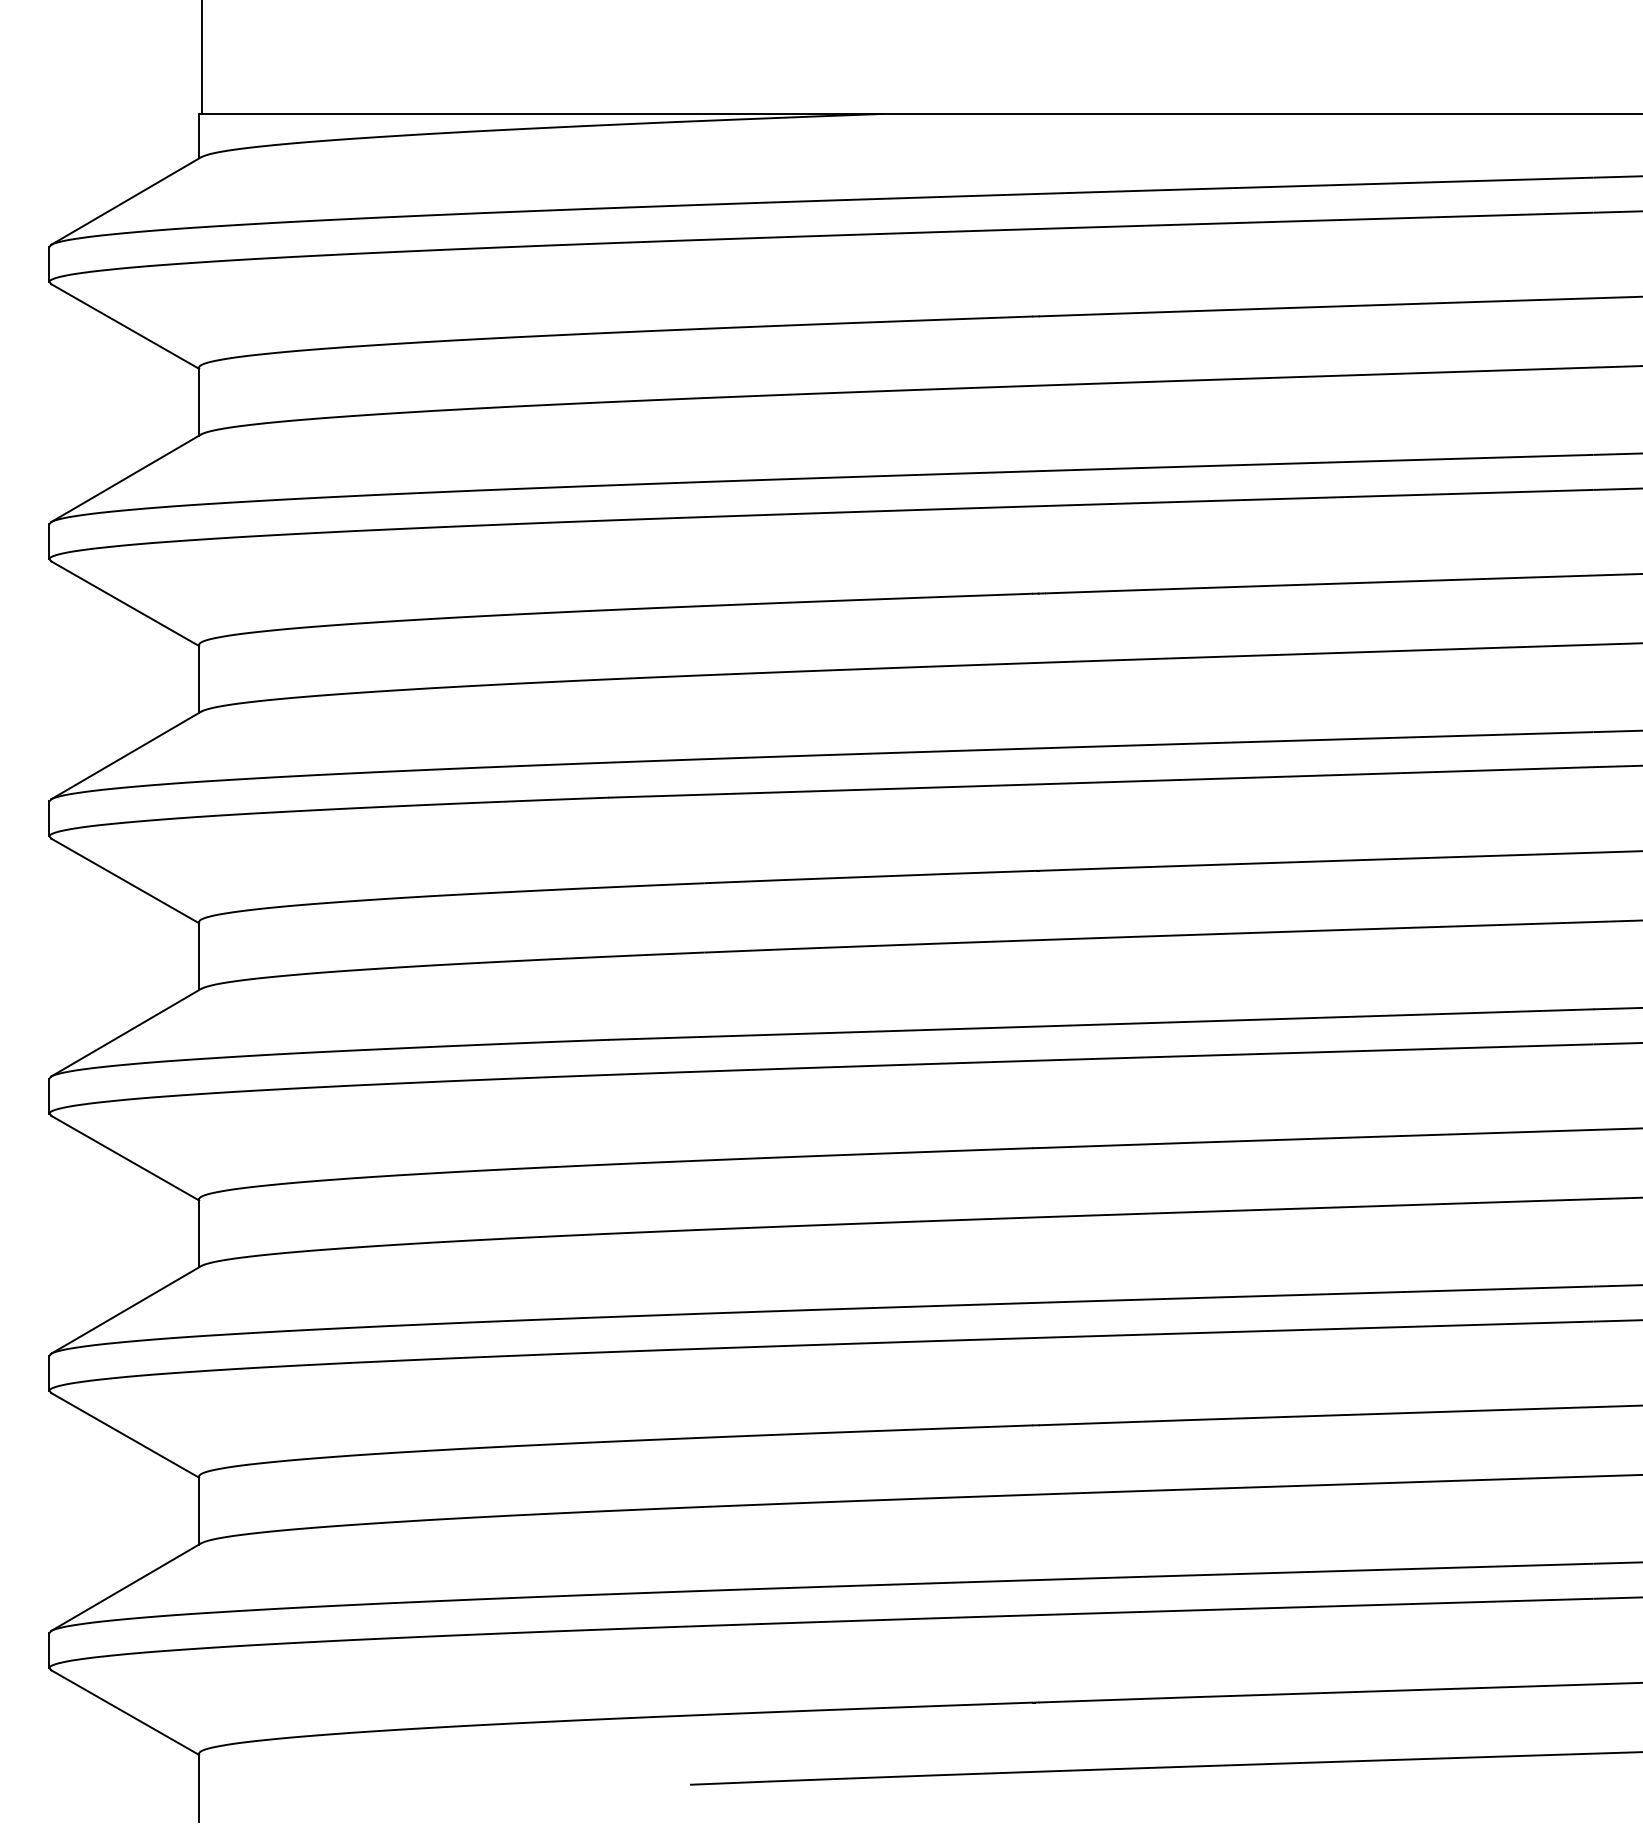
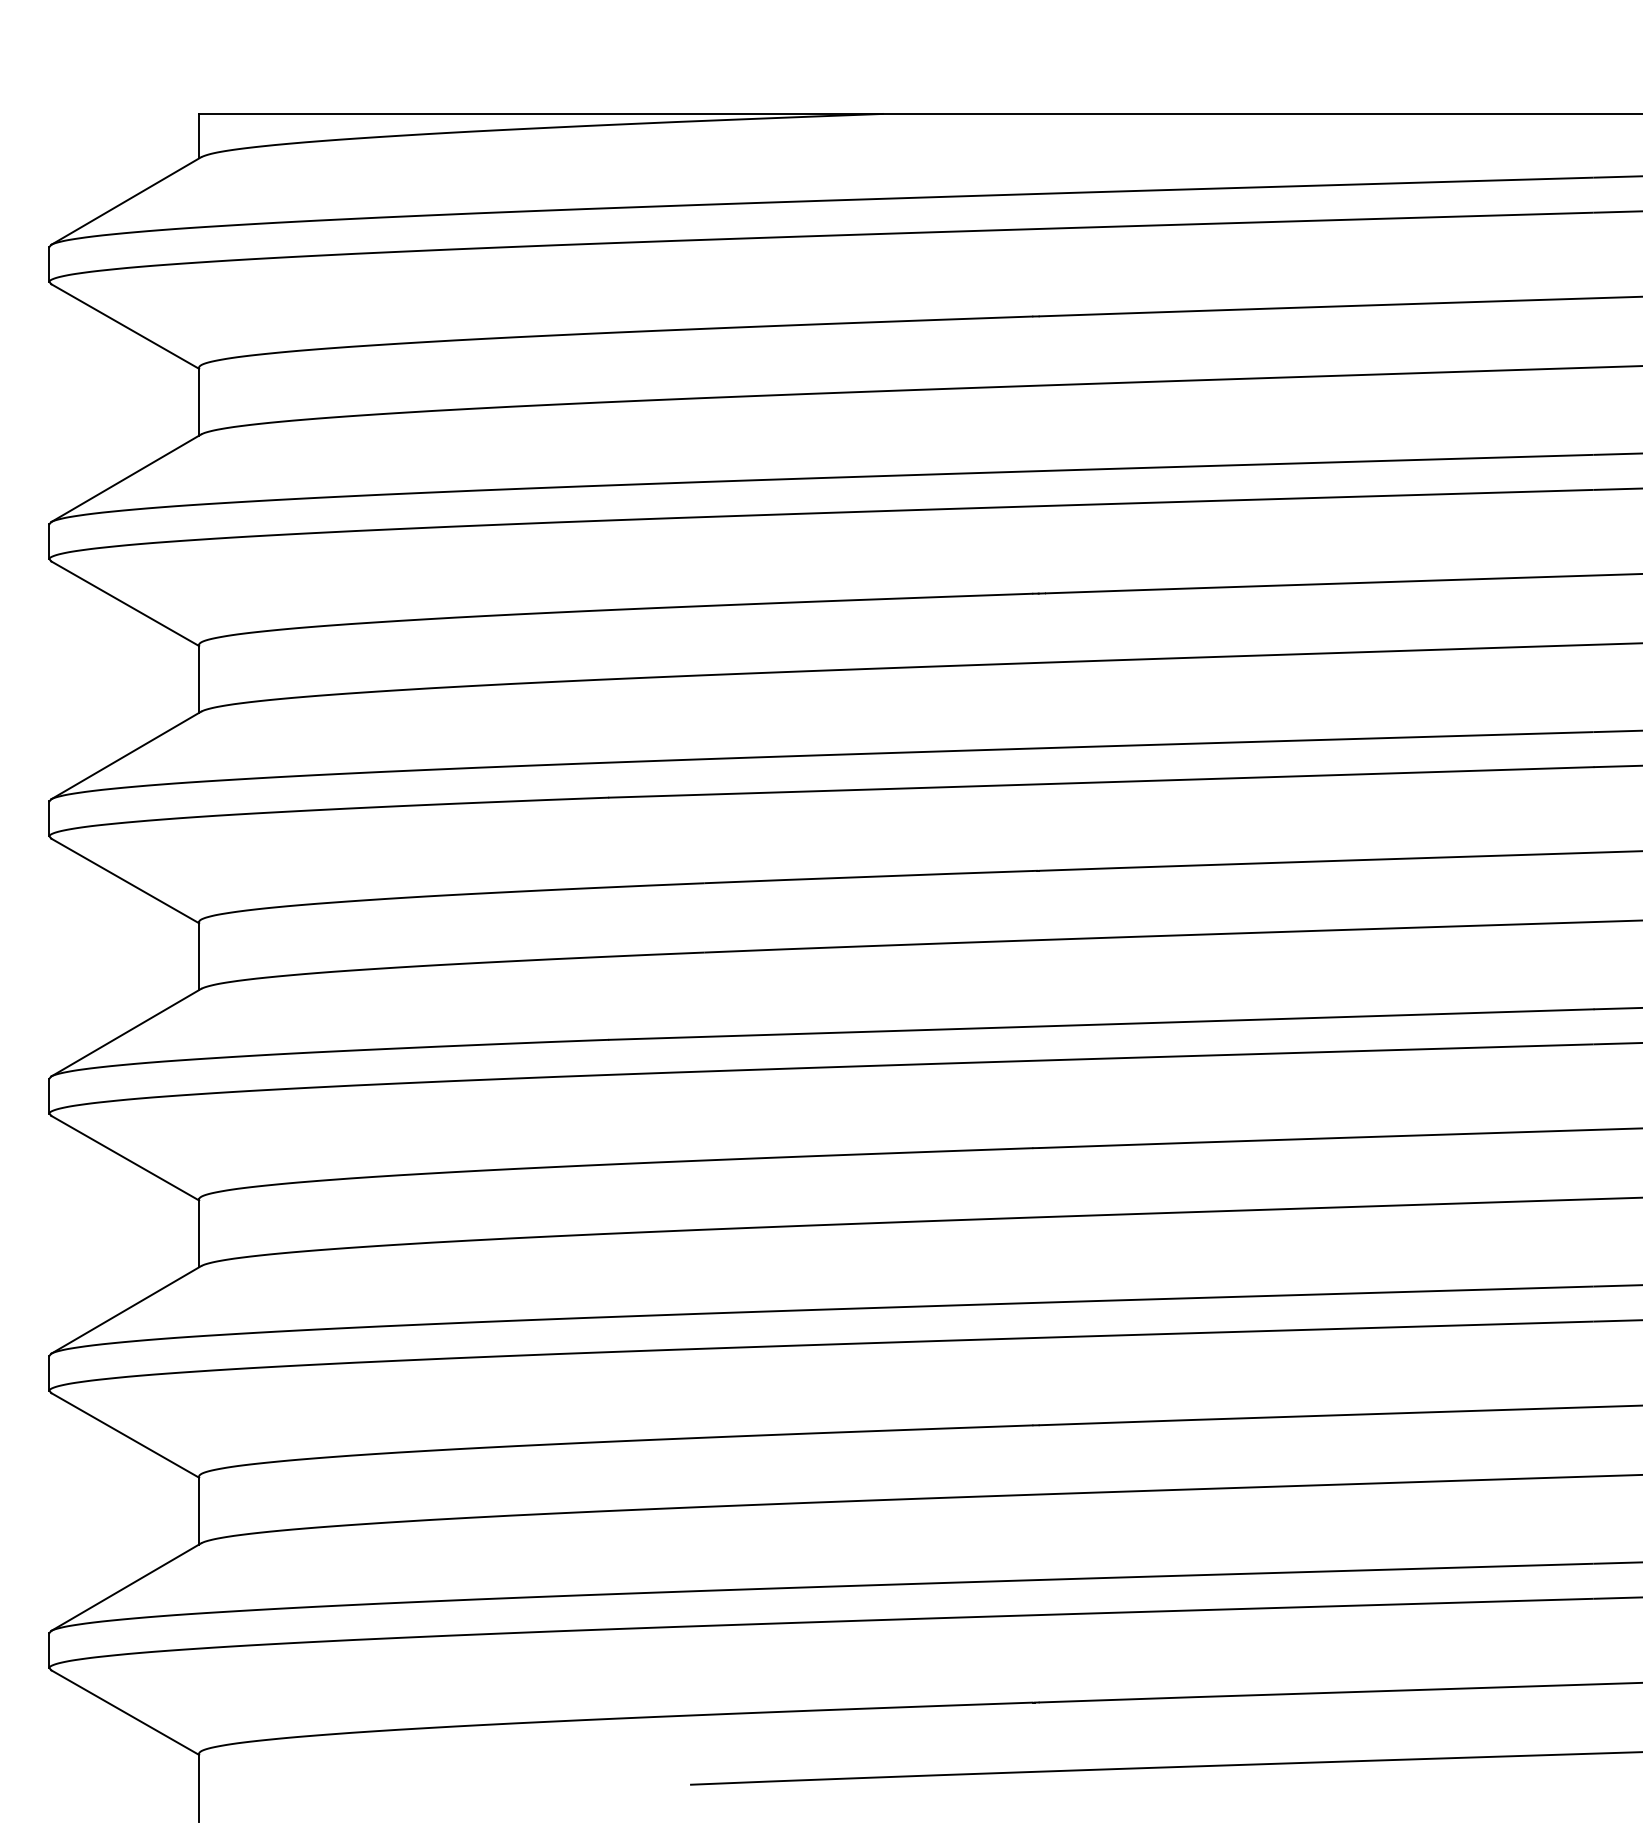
line at (201, 57): present -> none
